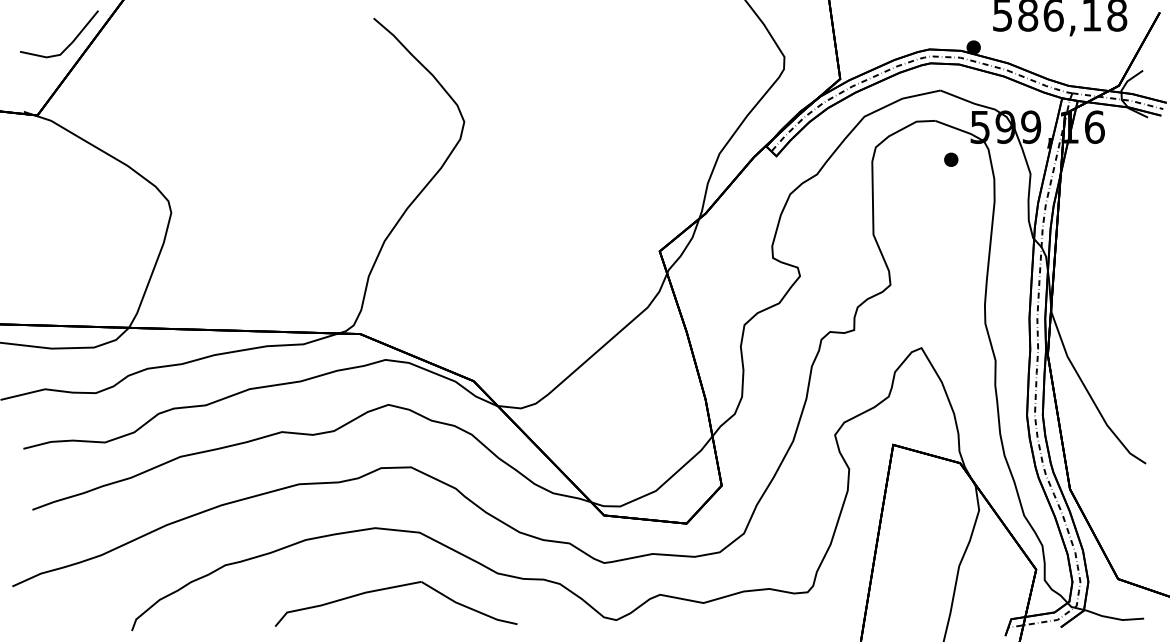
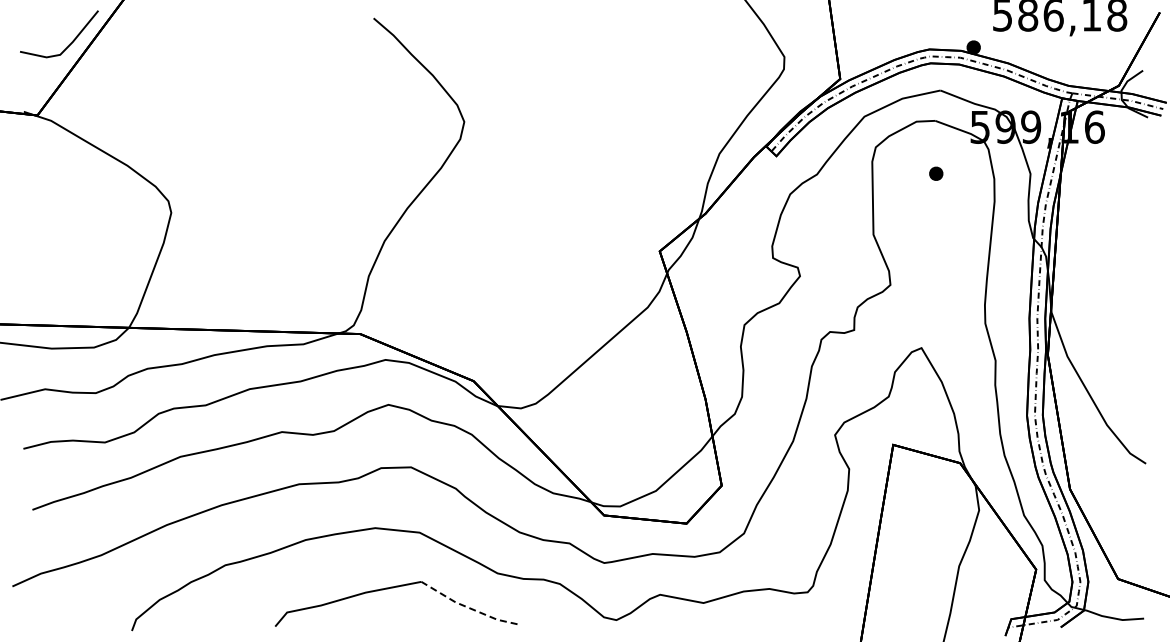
part at (951, 159) position: (951, 159) -> (936, 173)
line at (467, 607): solid -> dashed
